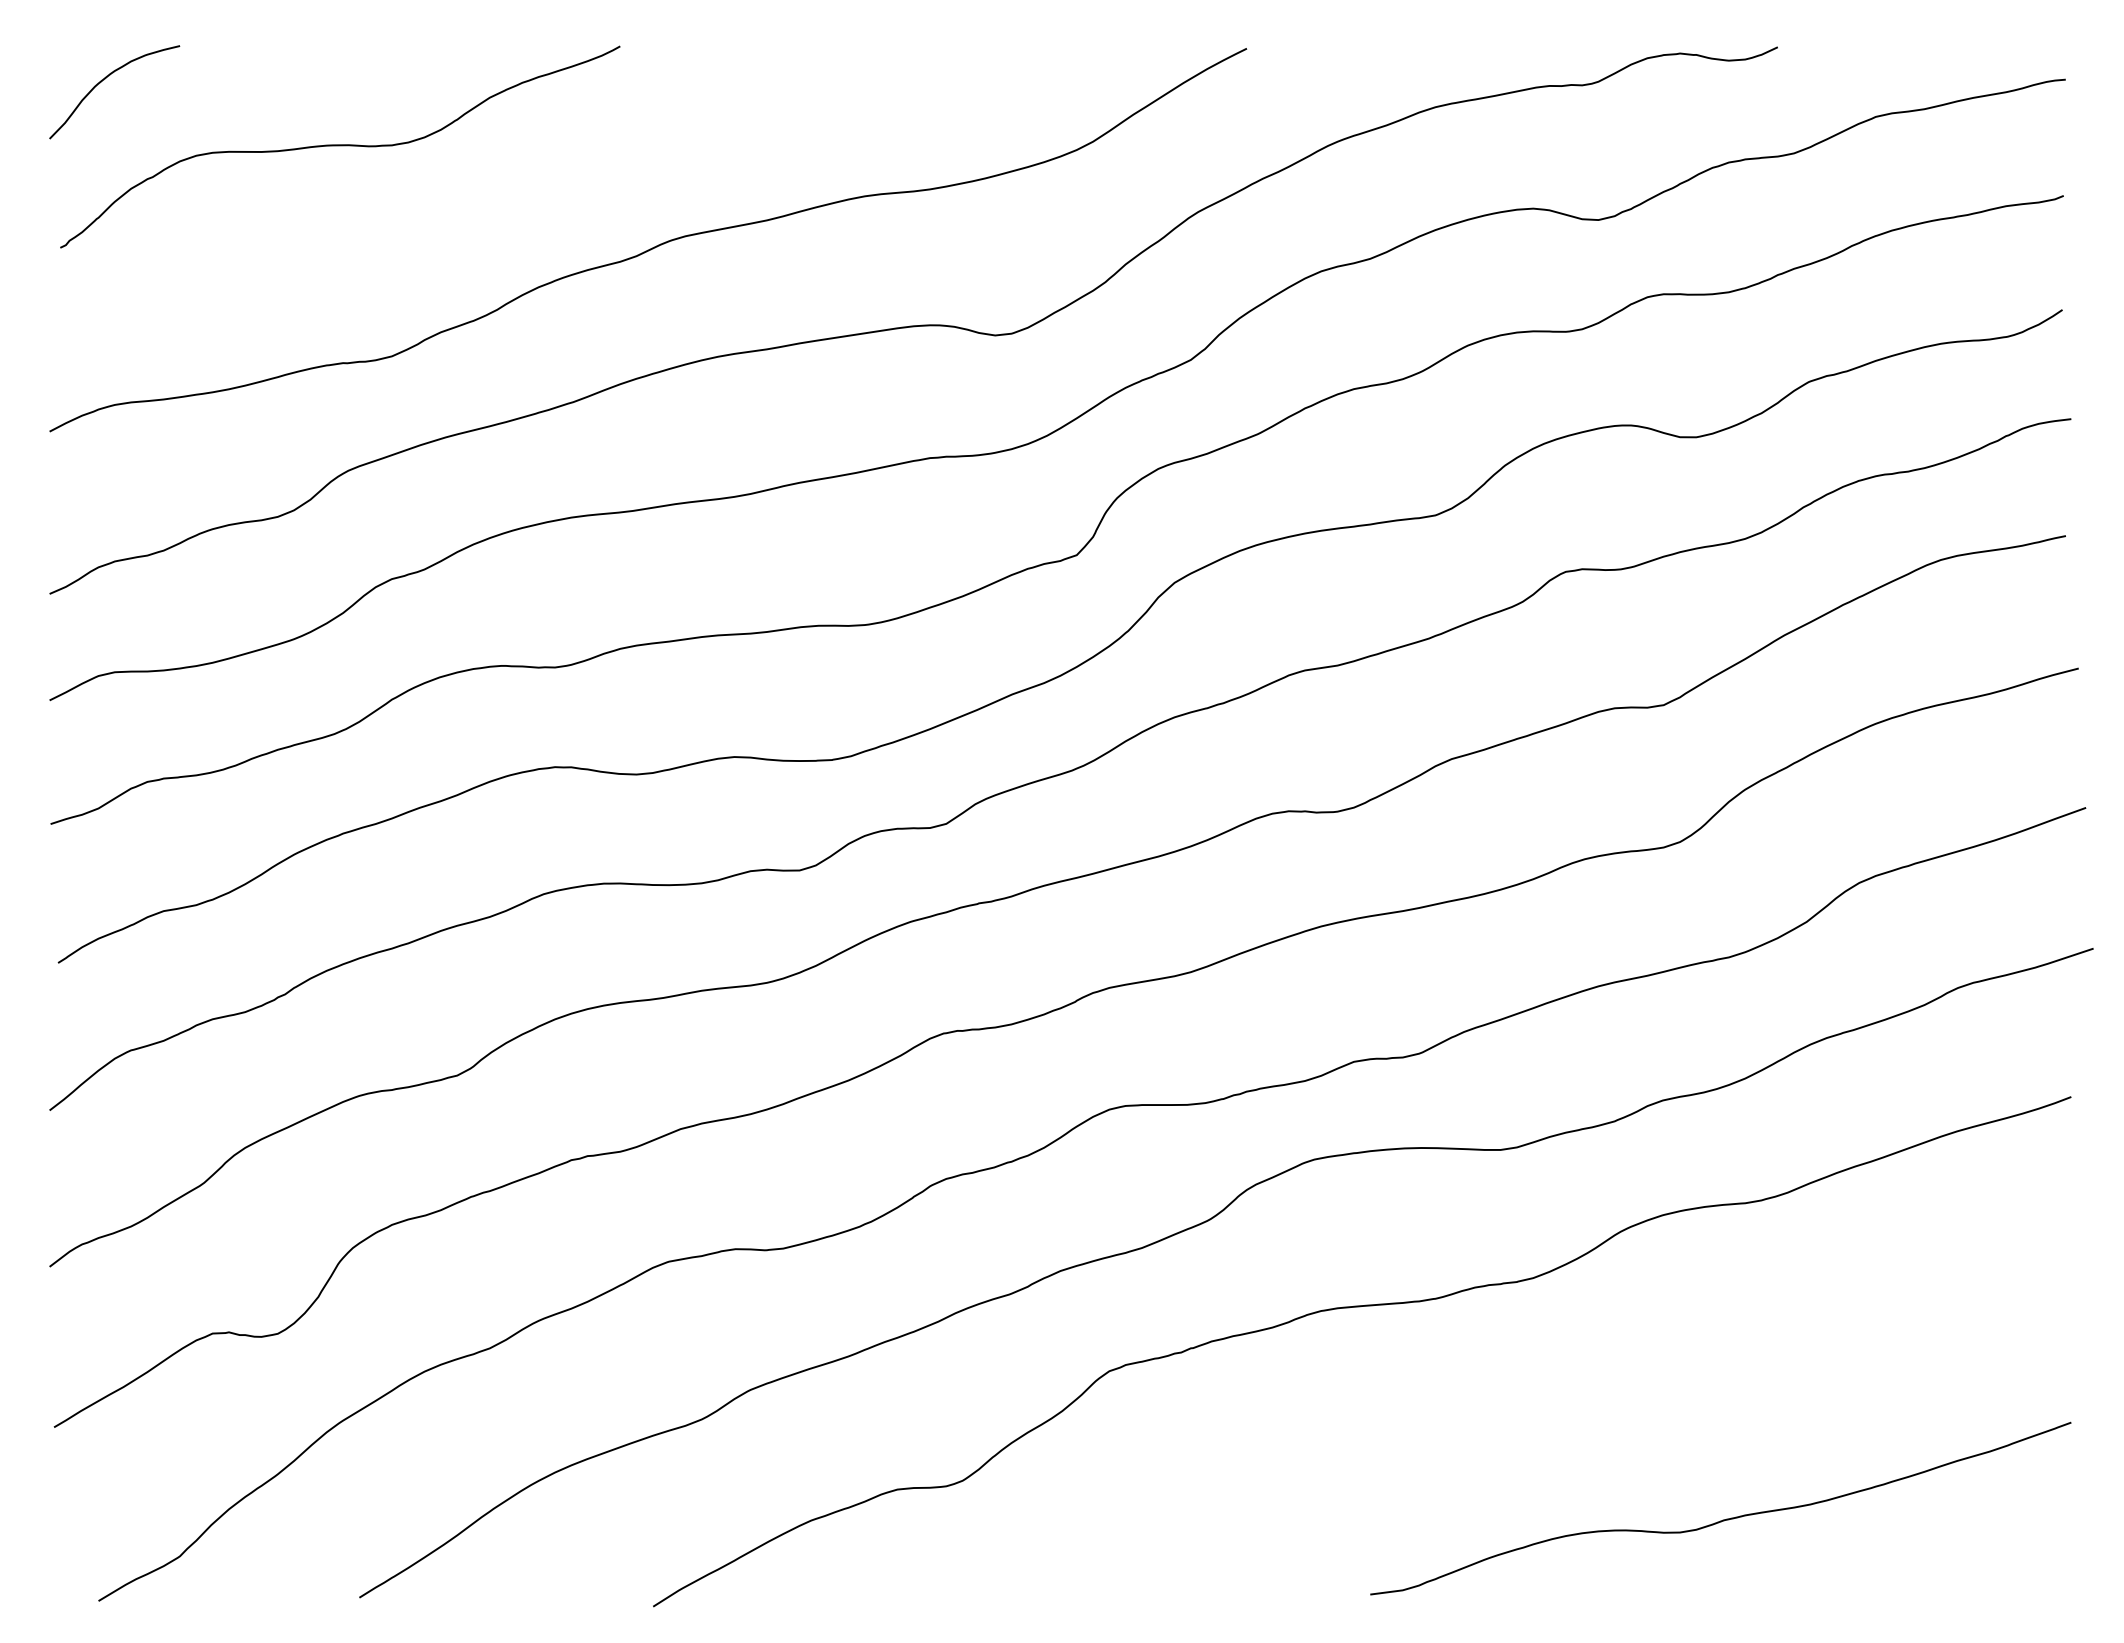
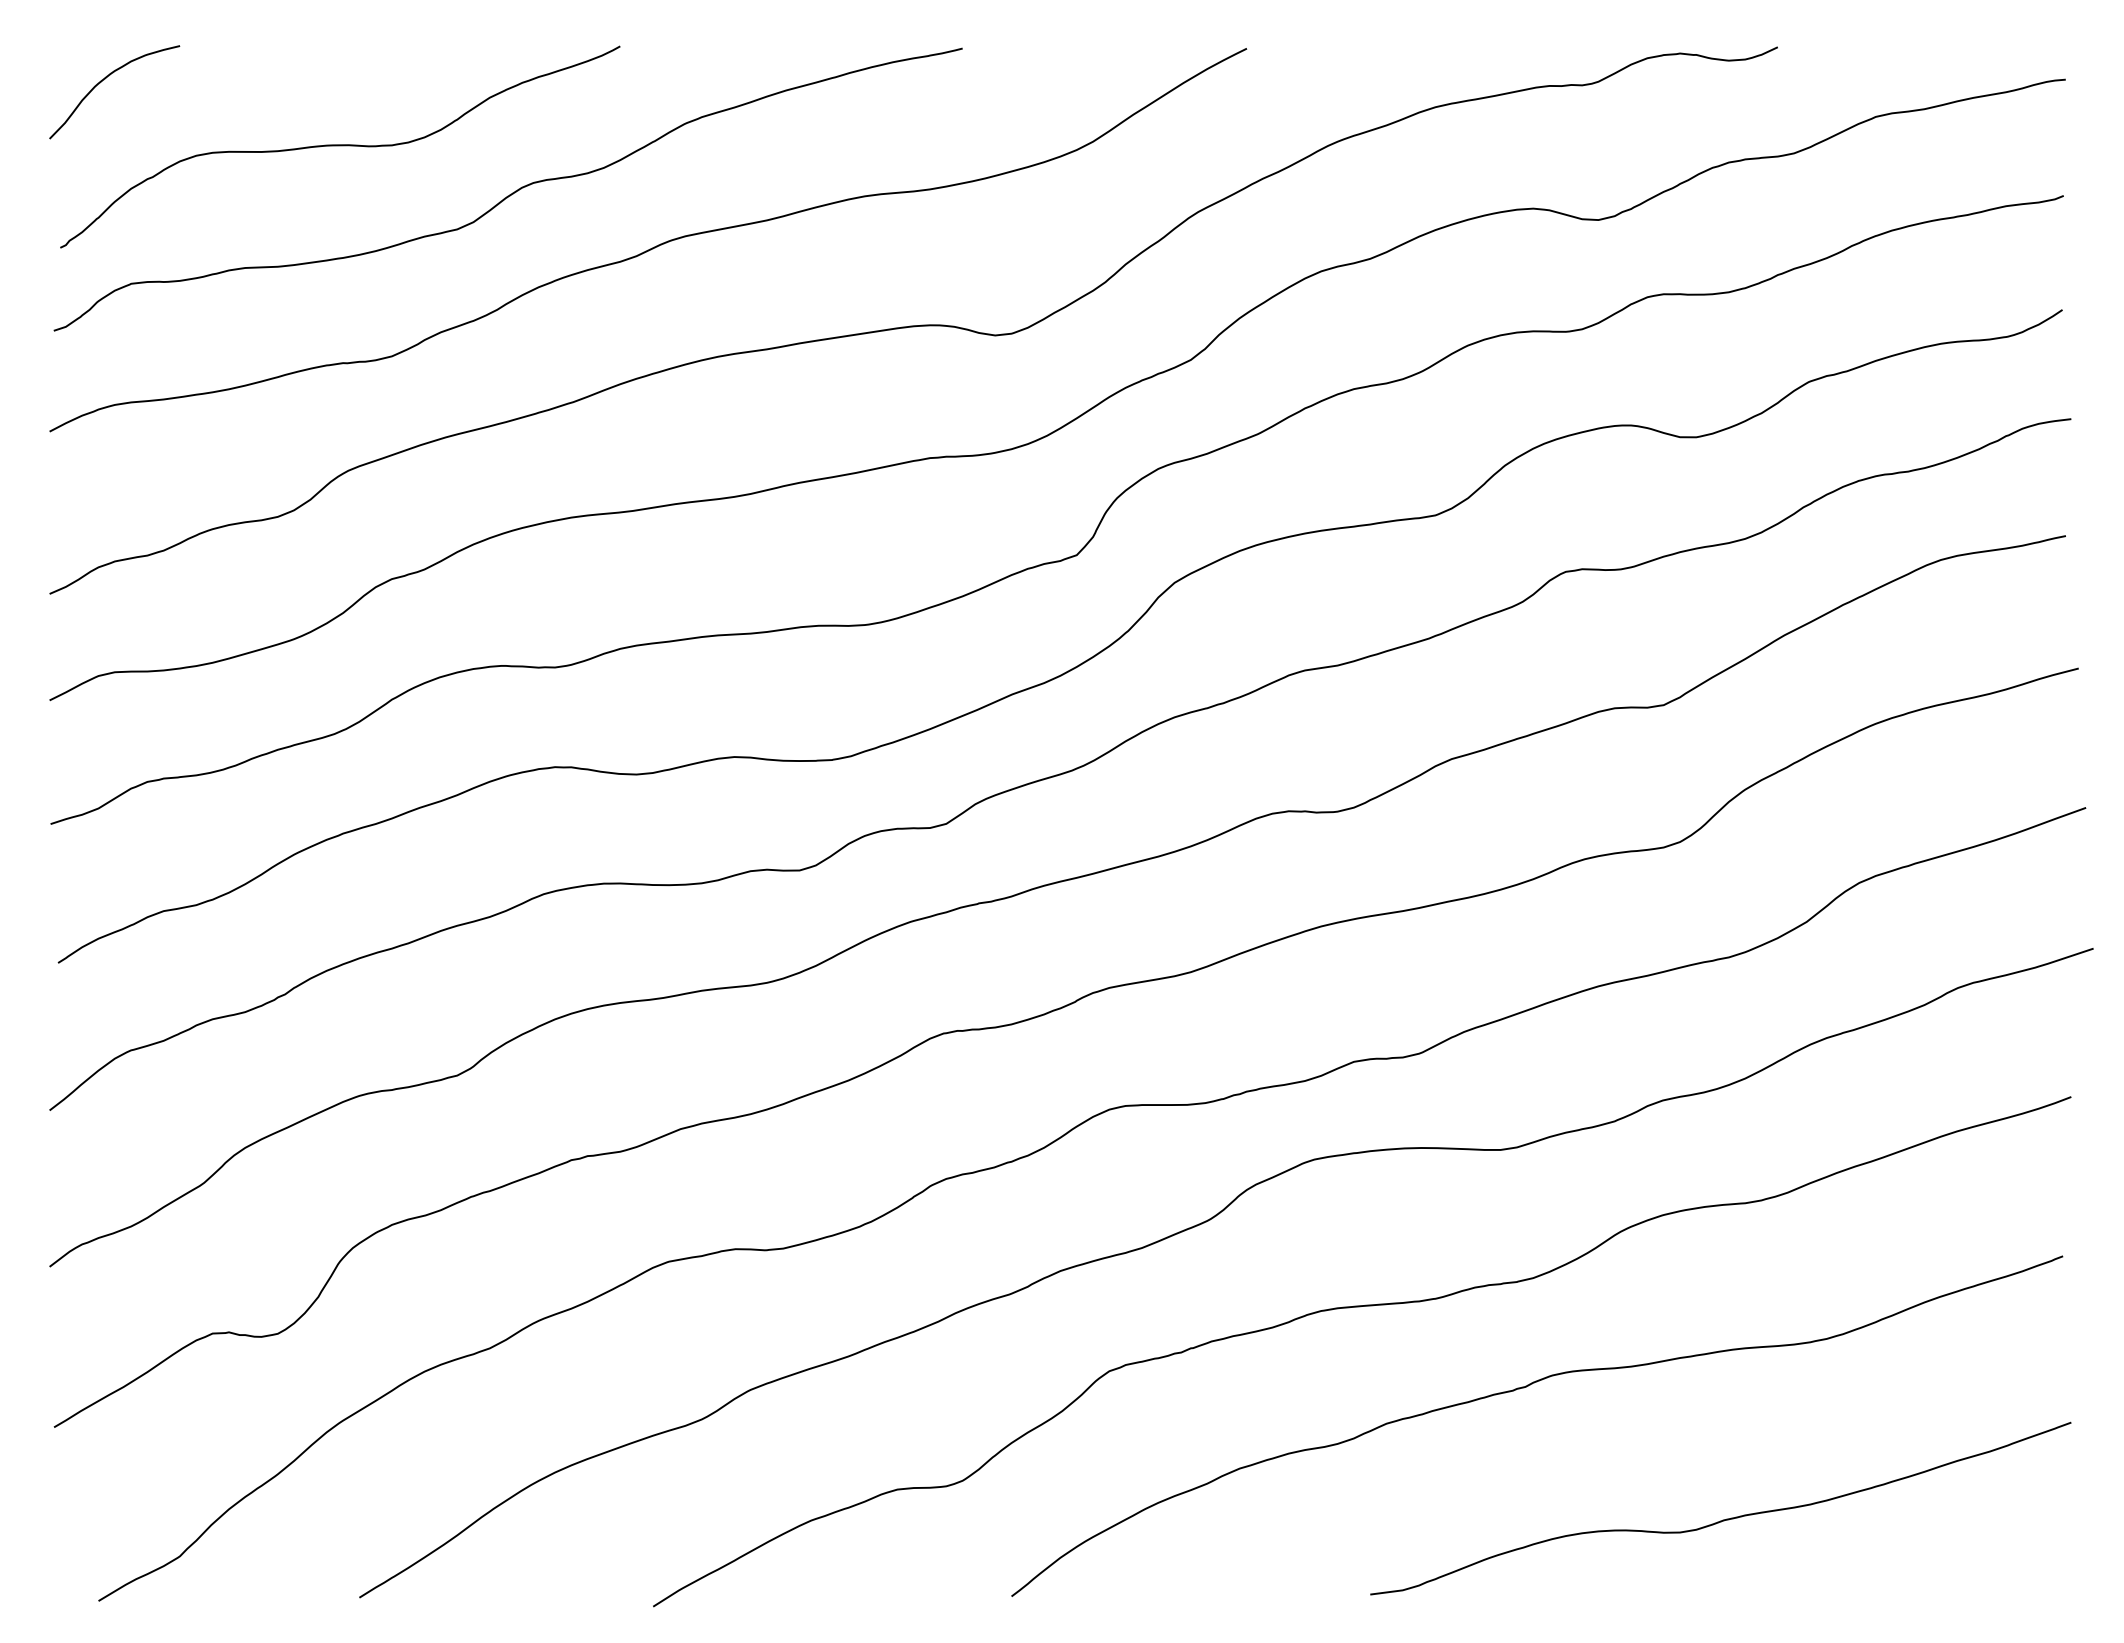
curve at (509, 194): none -> present
curve at (1524, 1388): none -> present
